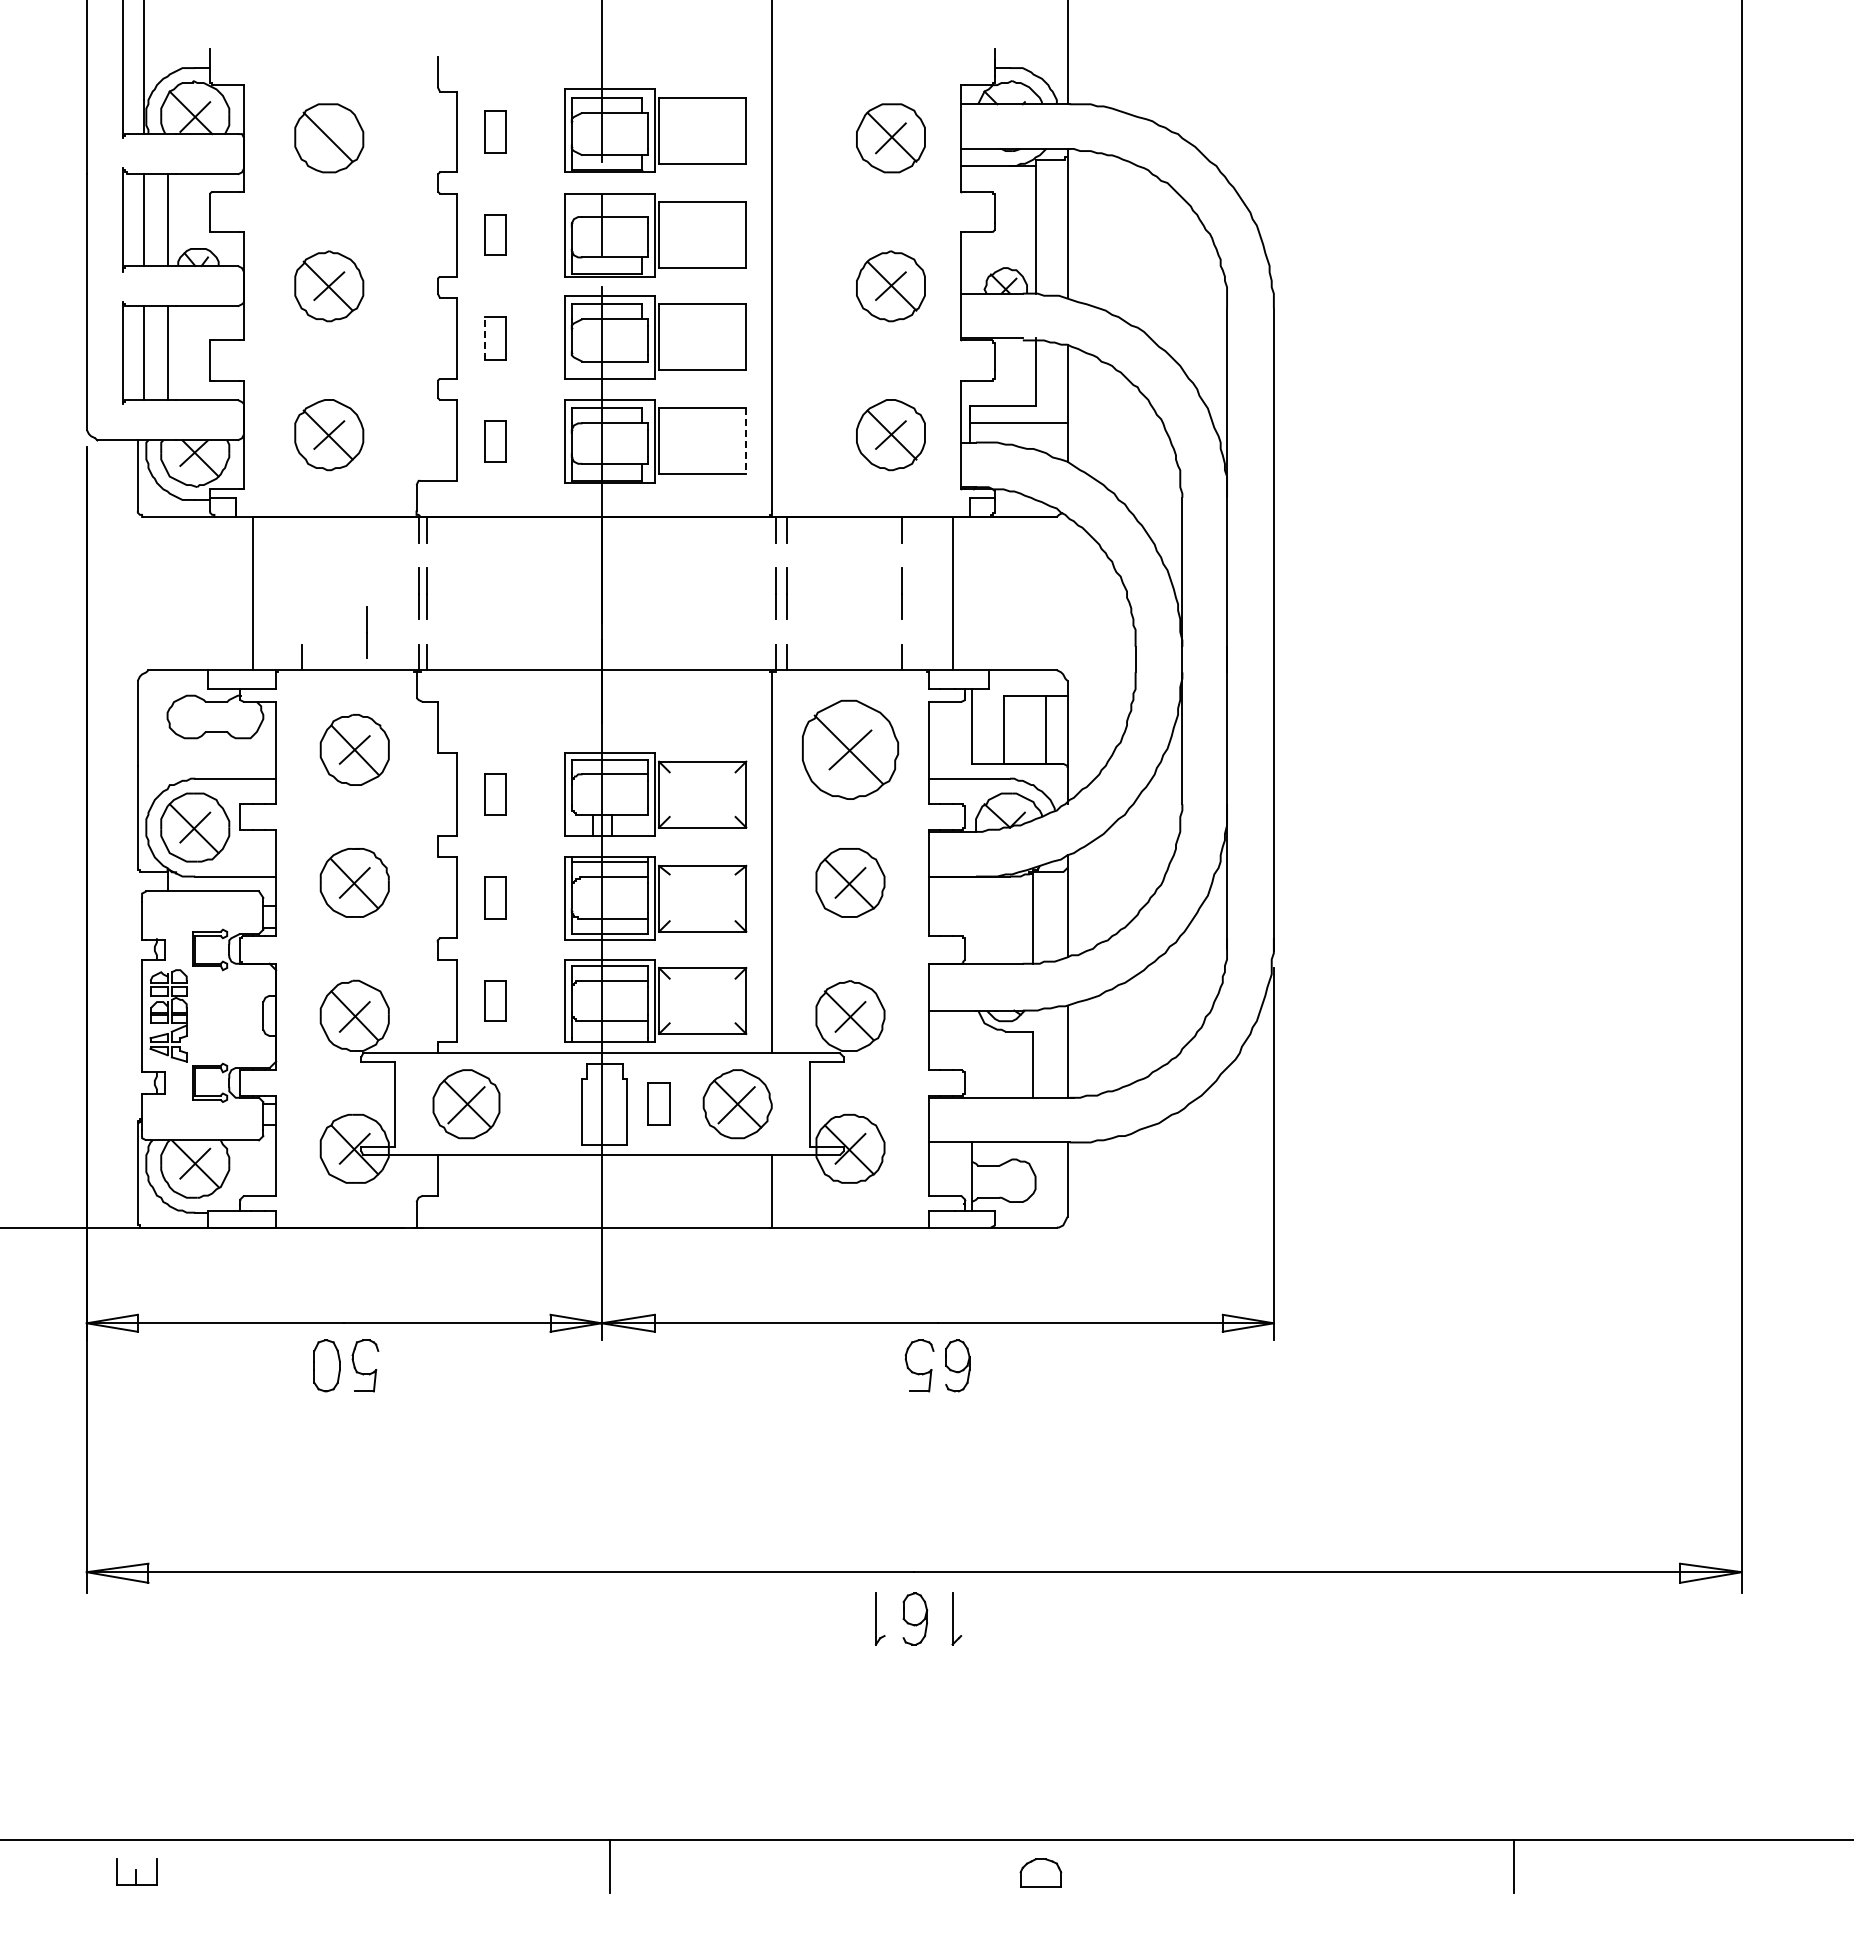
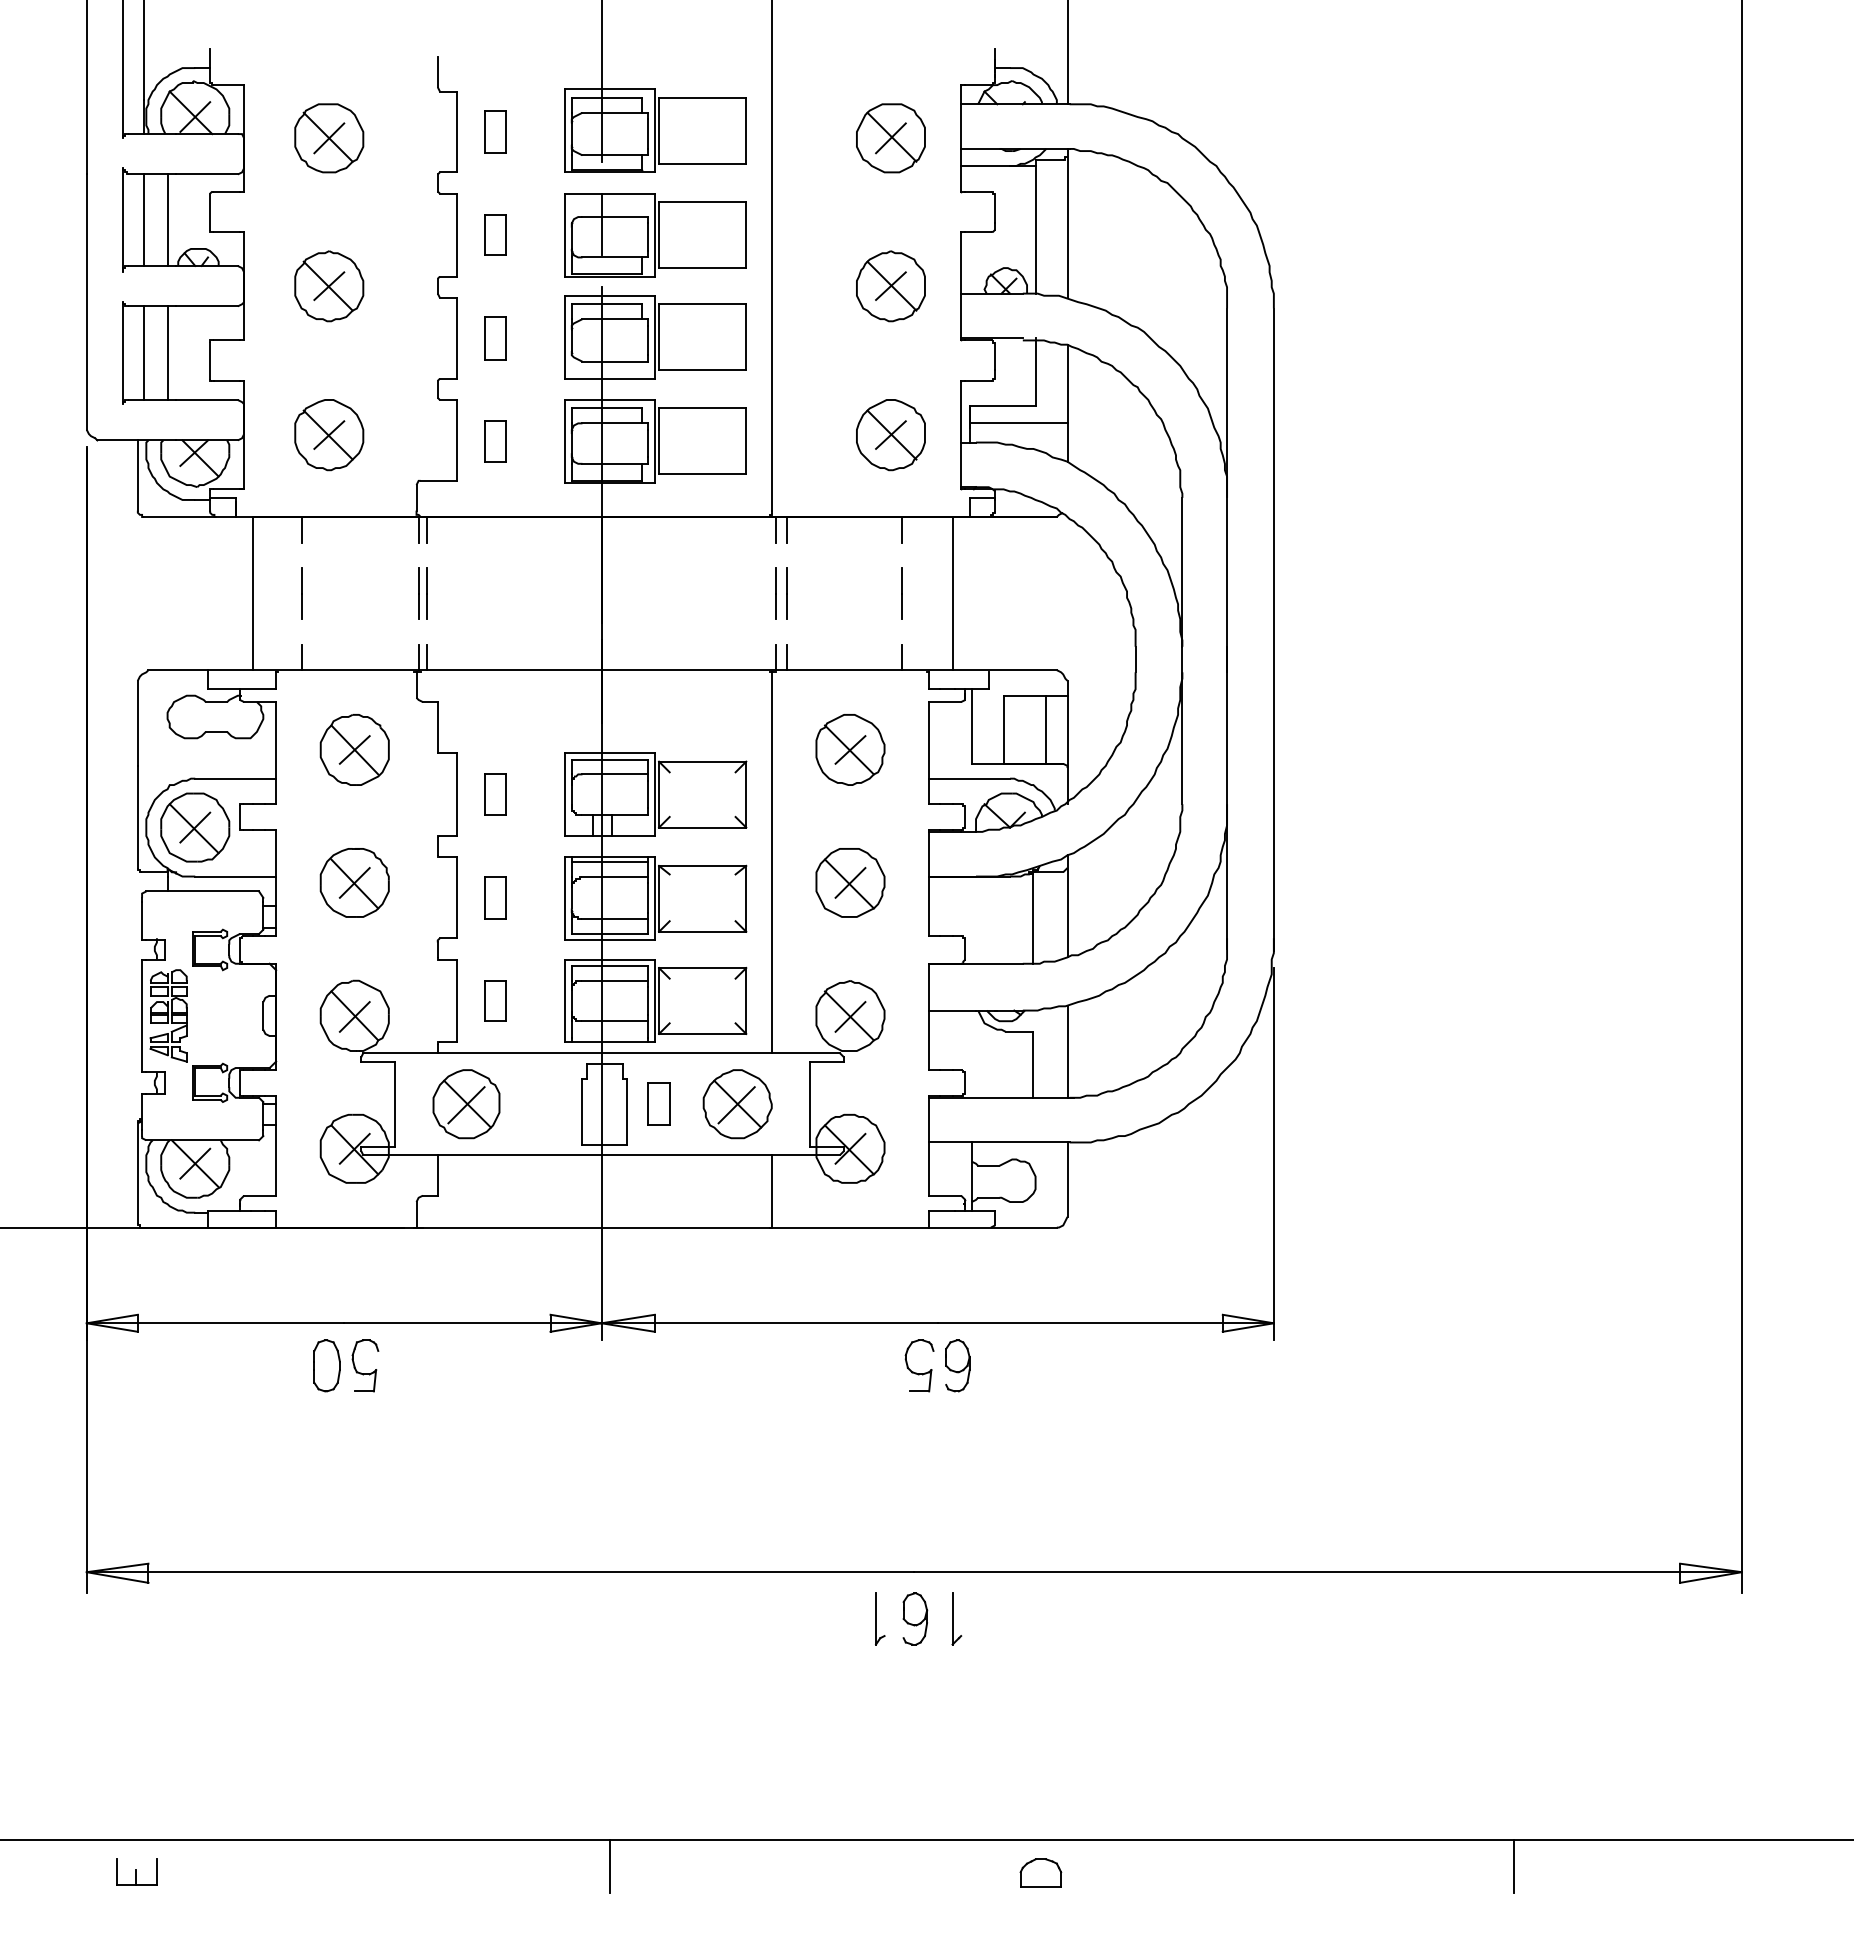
line at (329, 138): none -> present
line at (484, 337): dashed -> solid
line at (746, 441): dashed -> solid
line at (301, 529): none -> present
line at (366, 632) position: (366, 632) -> (301, 593)
part at (850, 749) size: 98x101 px -> 71x72 px
